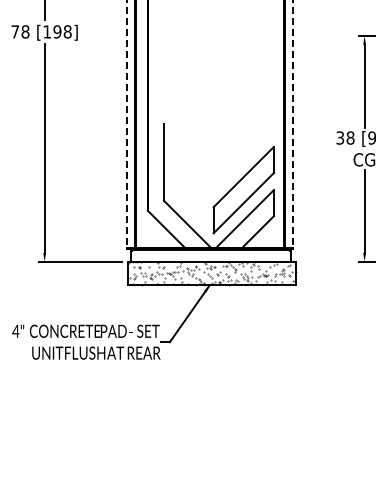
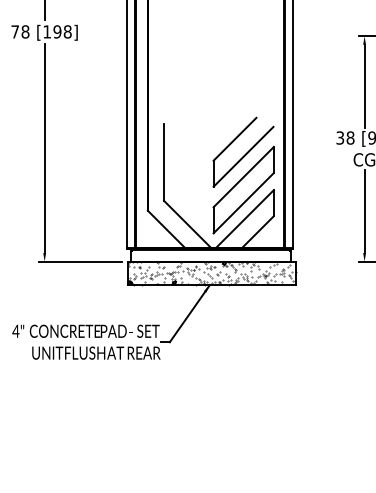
line at (126, 124): dashed -> solid
line at (293, 124): dashed -> solid
part at (243, 151): none -> present
hatch at (209, 273): none -> present
